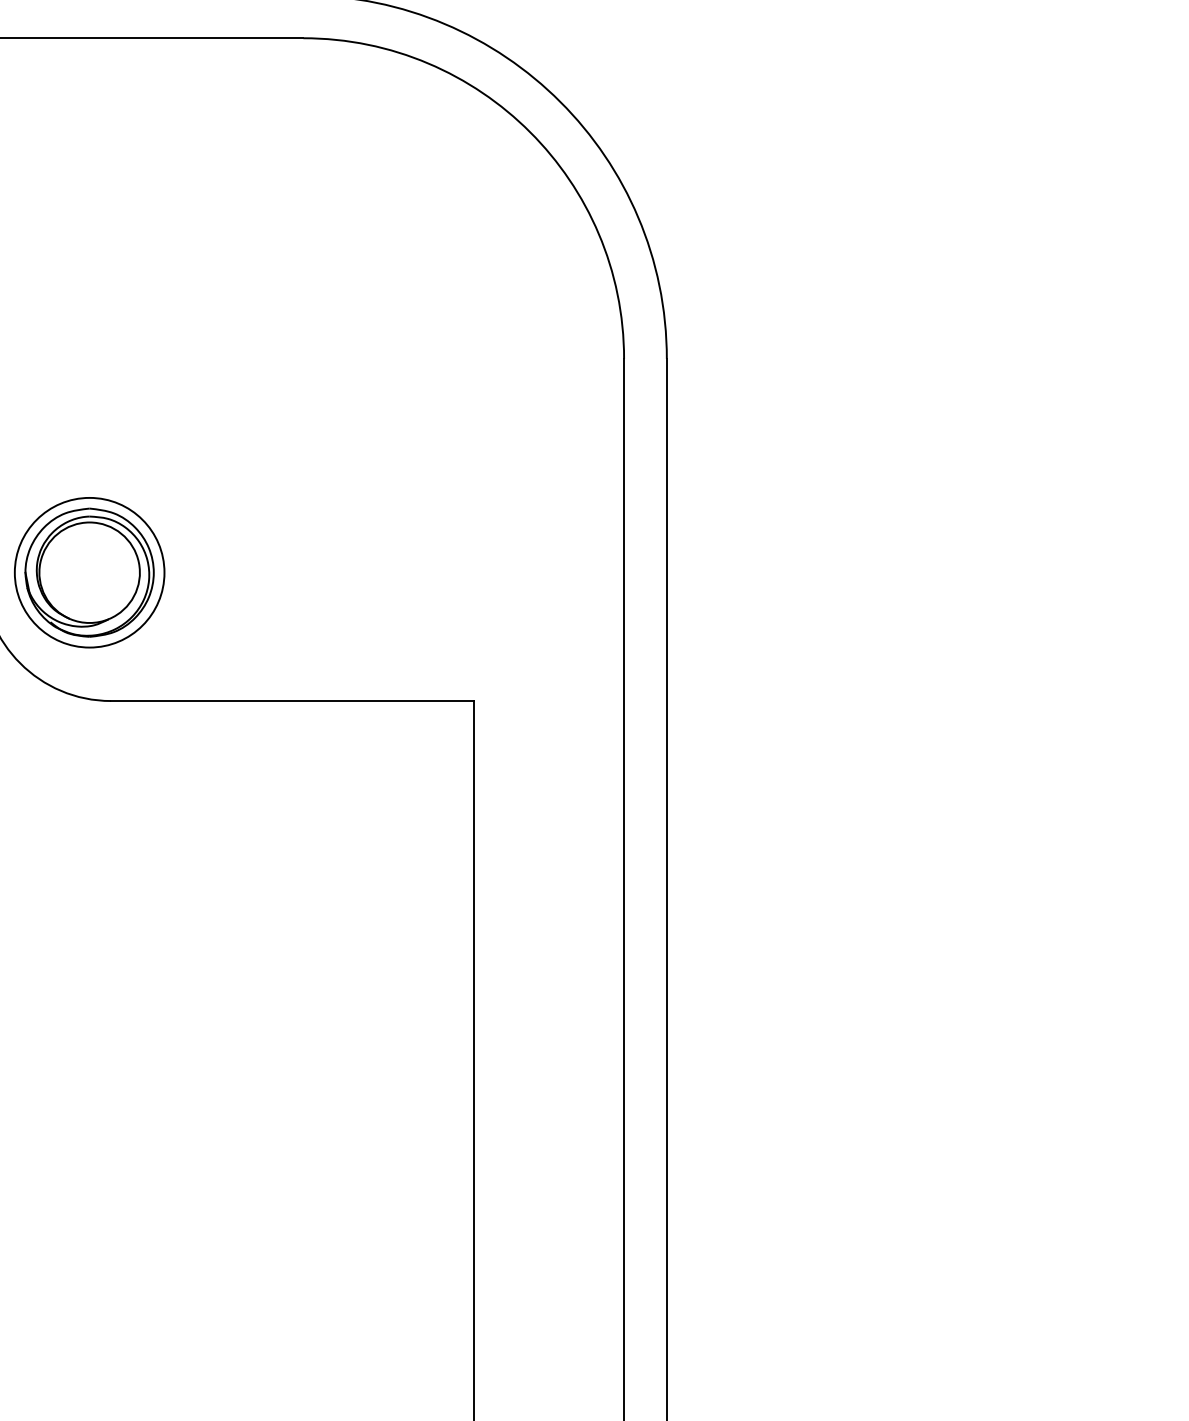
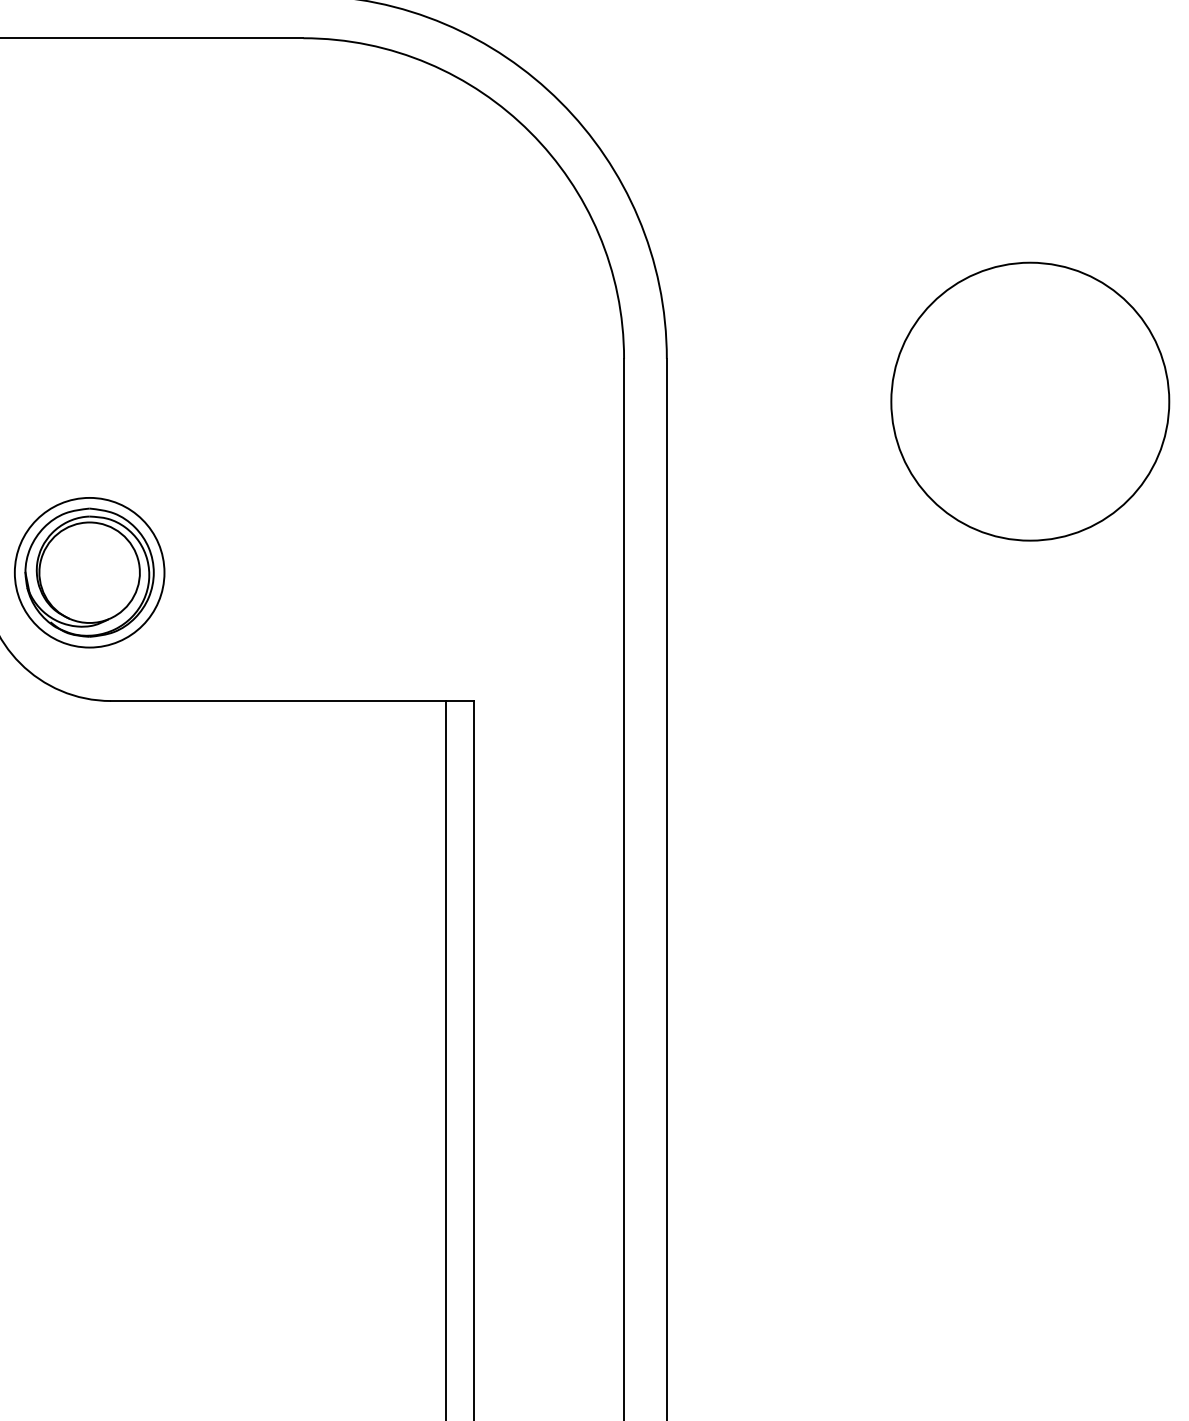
circle at (1030, 401): none -> present
line at (446, 1059): none -> present
